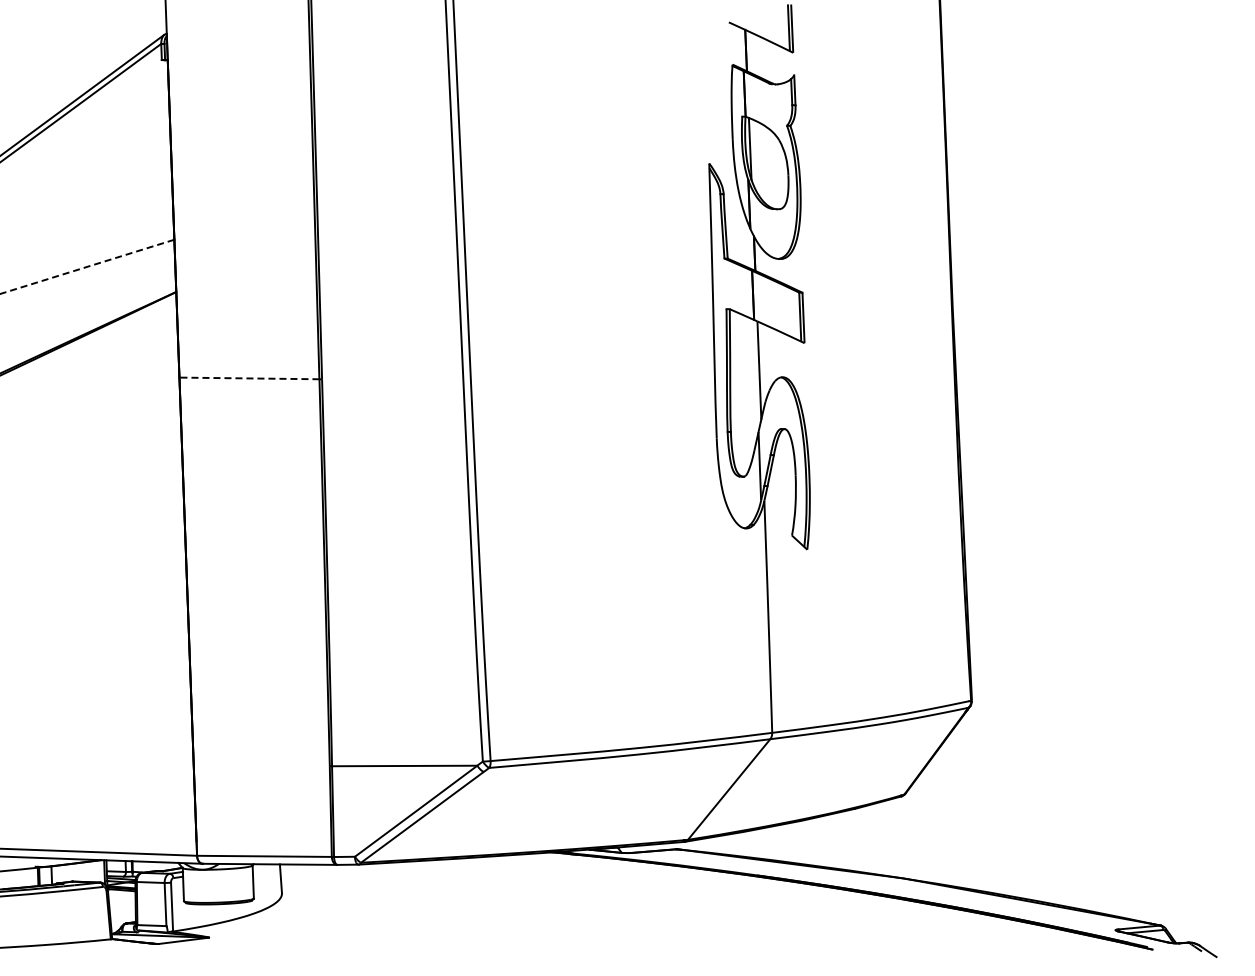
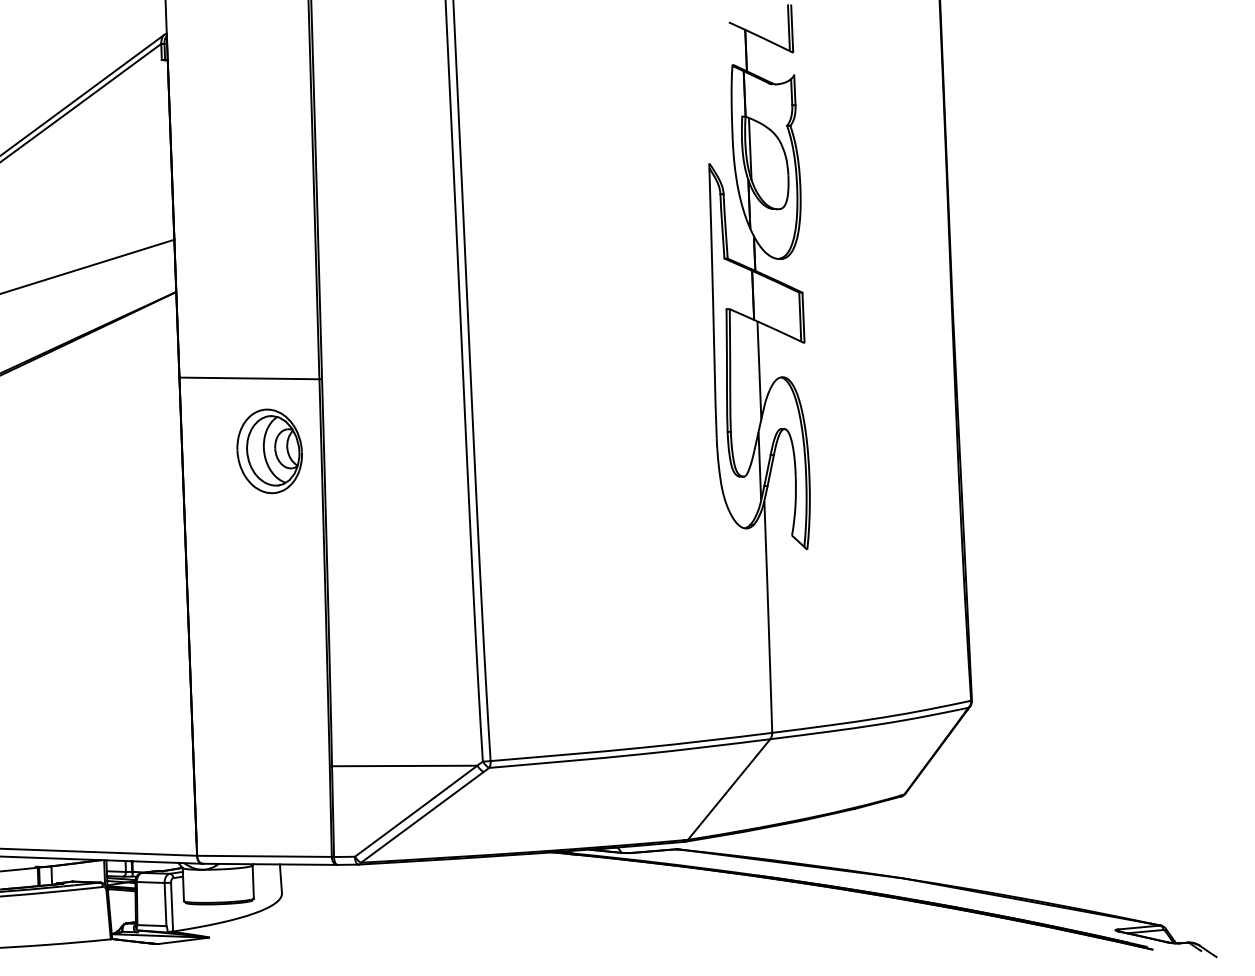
line at (87, 266): dashed -> solid
line at (248, 378): dashed -> solid
part at (269, 451): none -> present
